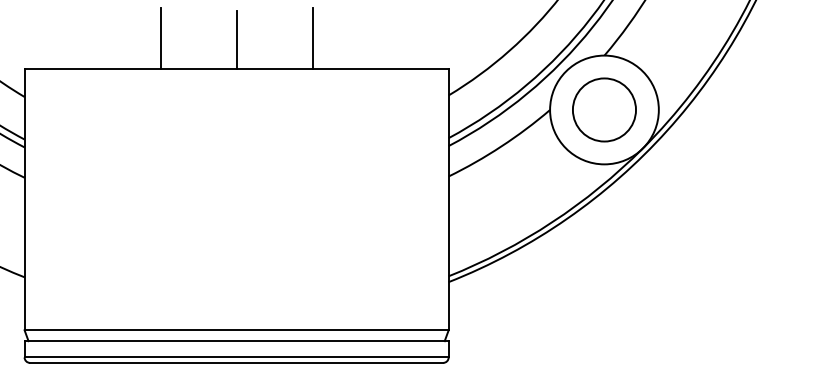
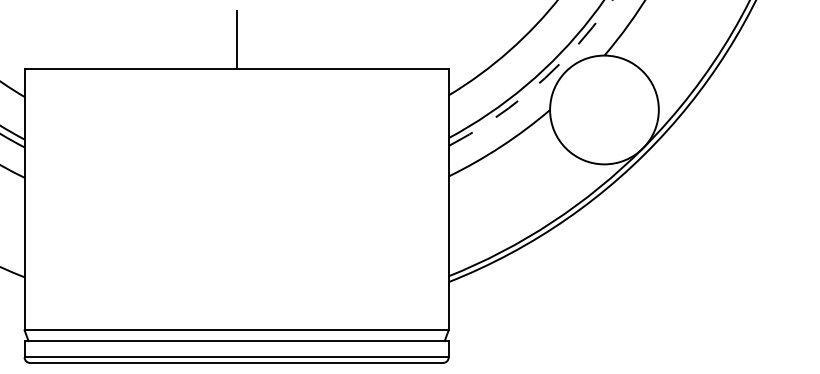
line at (160, 38): present -> none
line at (312, 38): present -> none
arc at (539, 82): solid -> dashed
circle at (604, 109): present -> none
